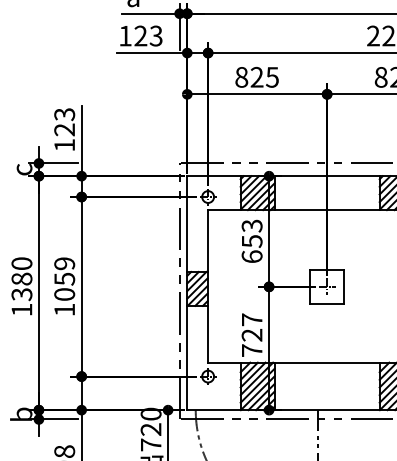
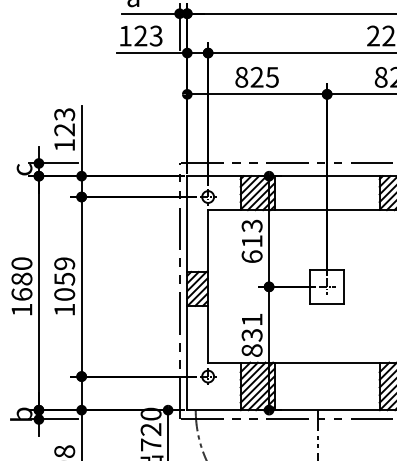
text at (252, 241): 653 -> 613
text at (21, 294): 1380 -> 1680
text at (251, 334): 727 -> 831
